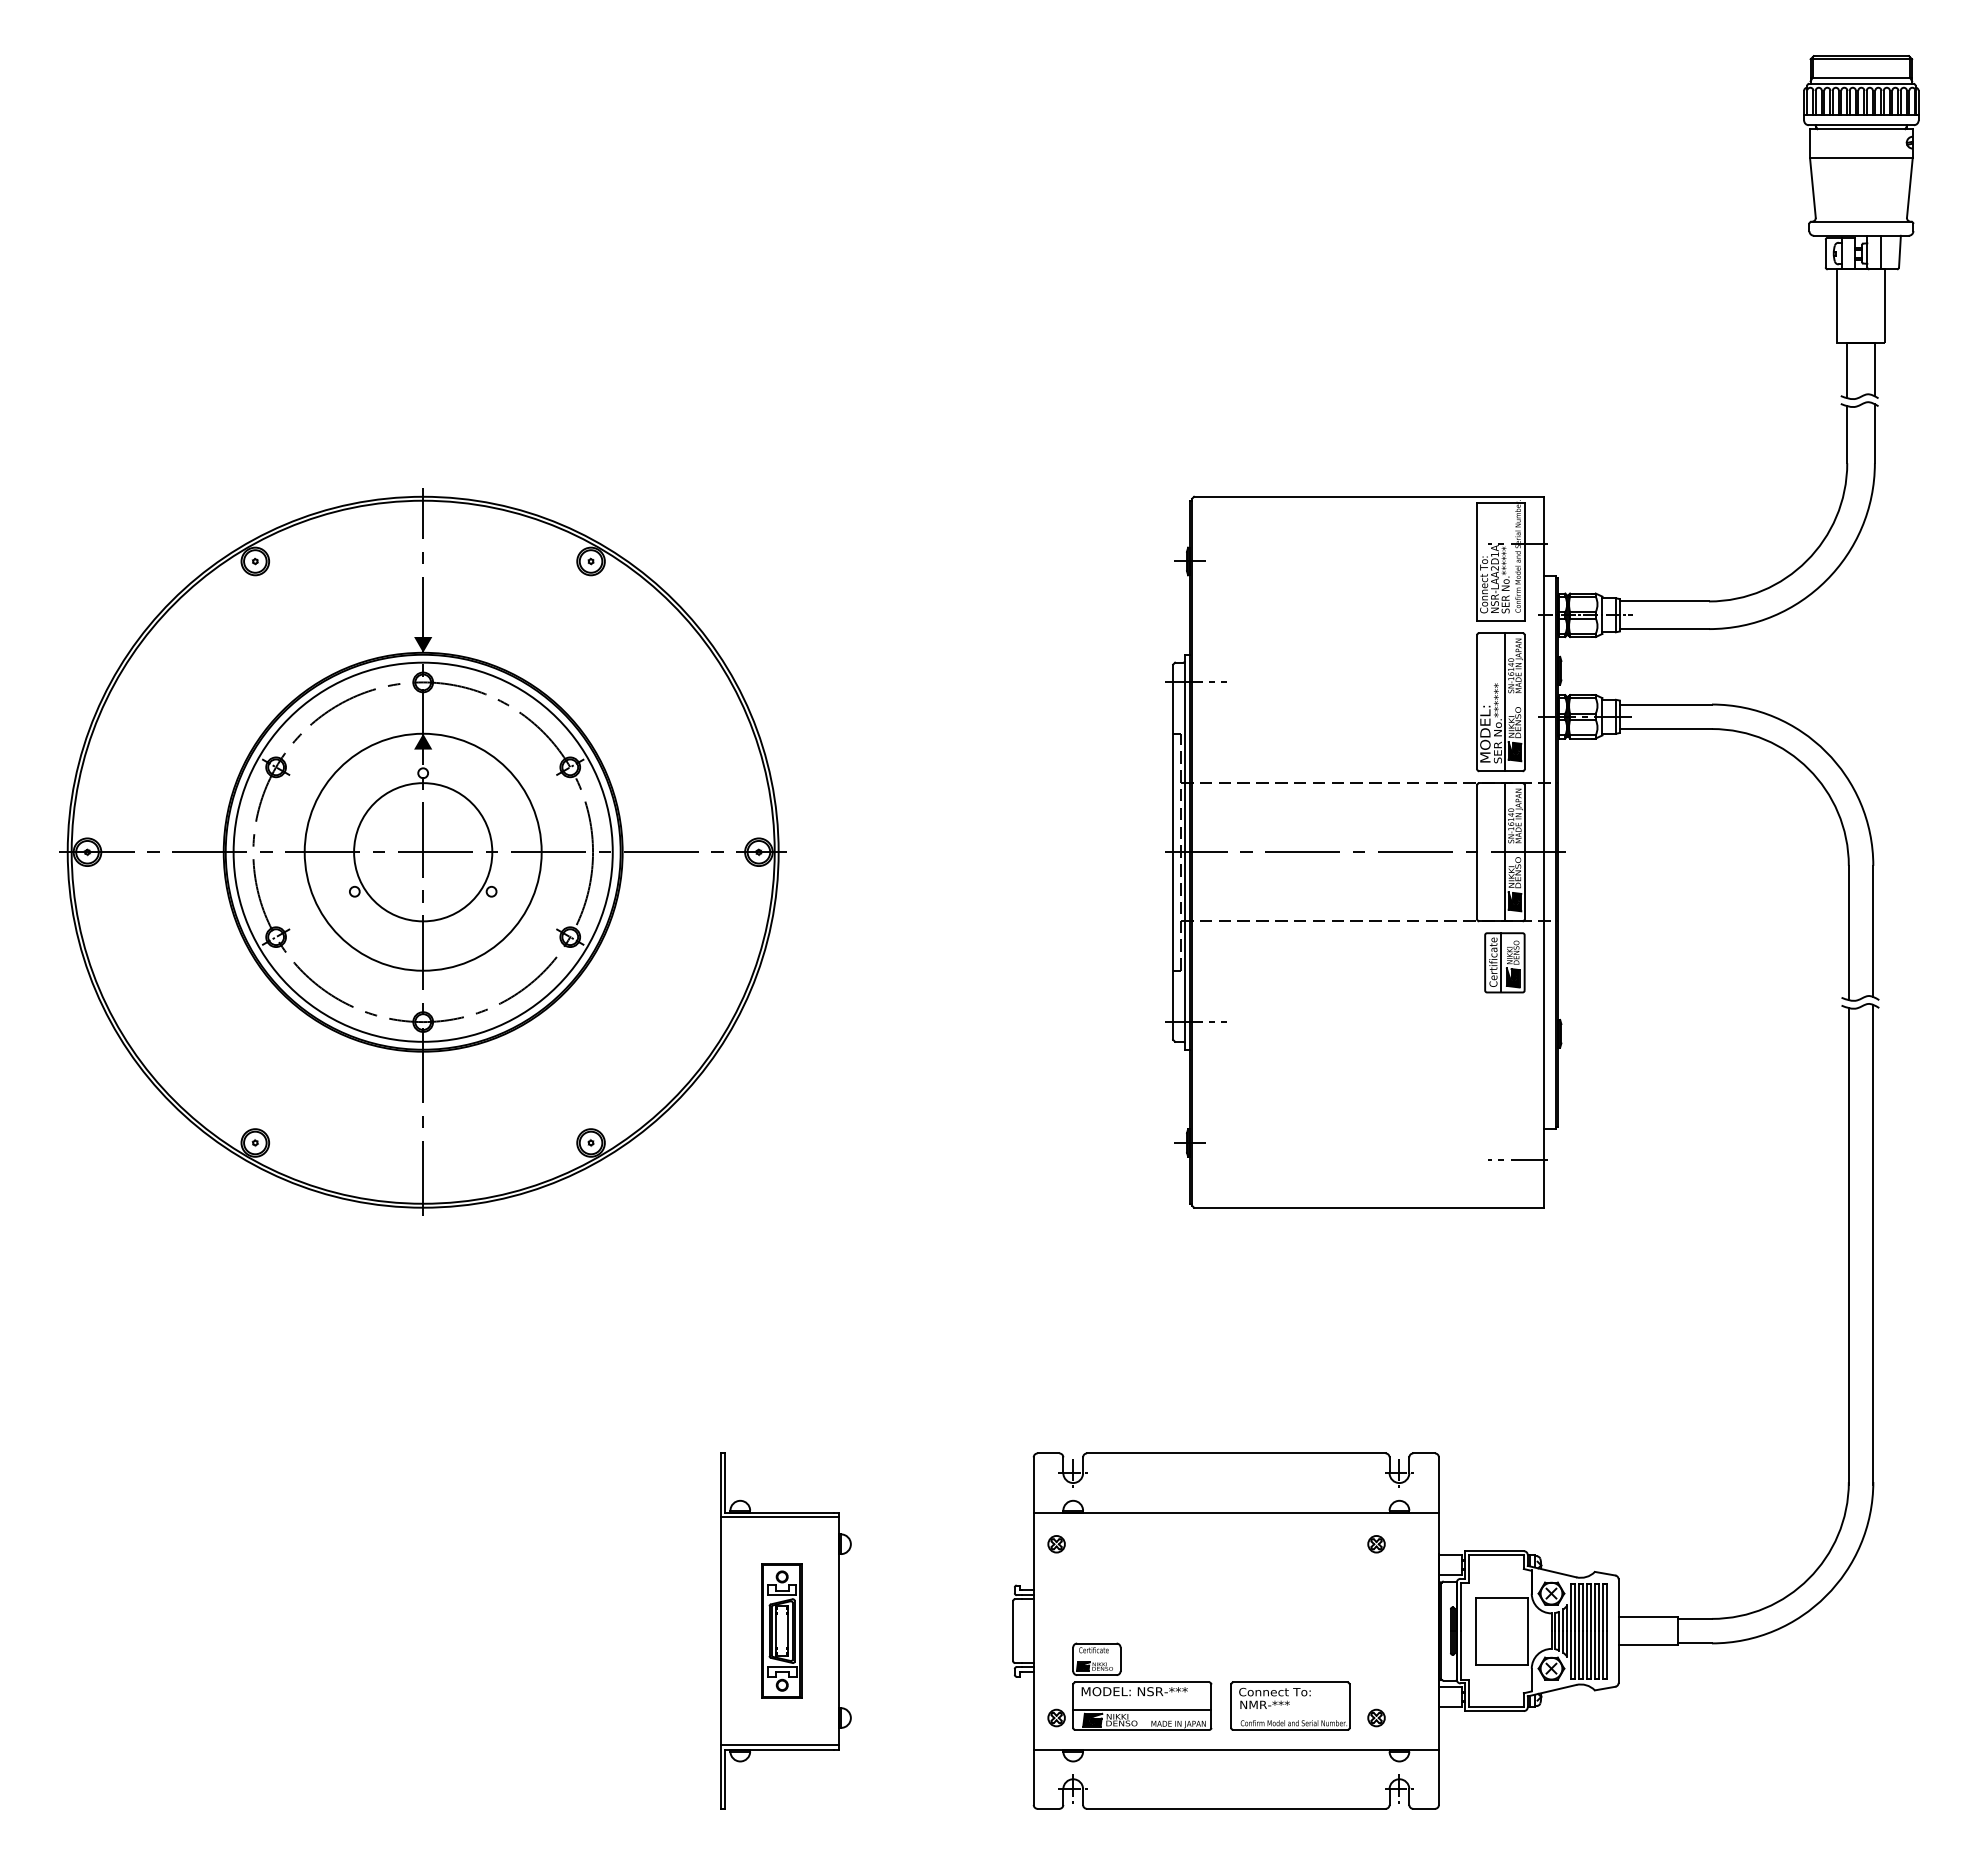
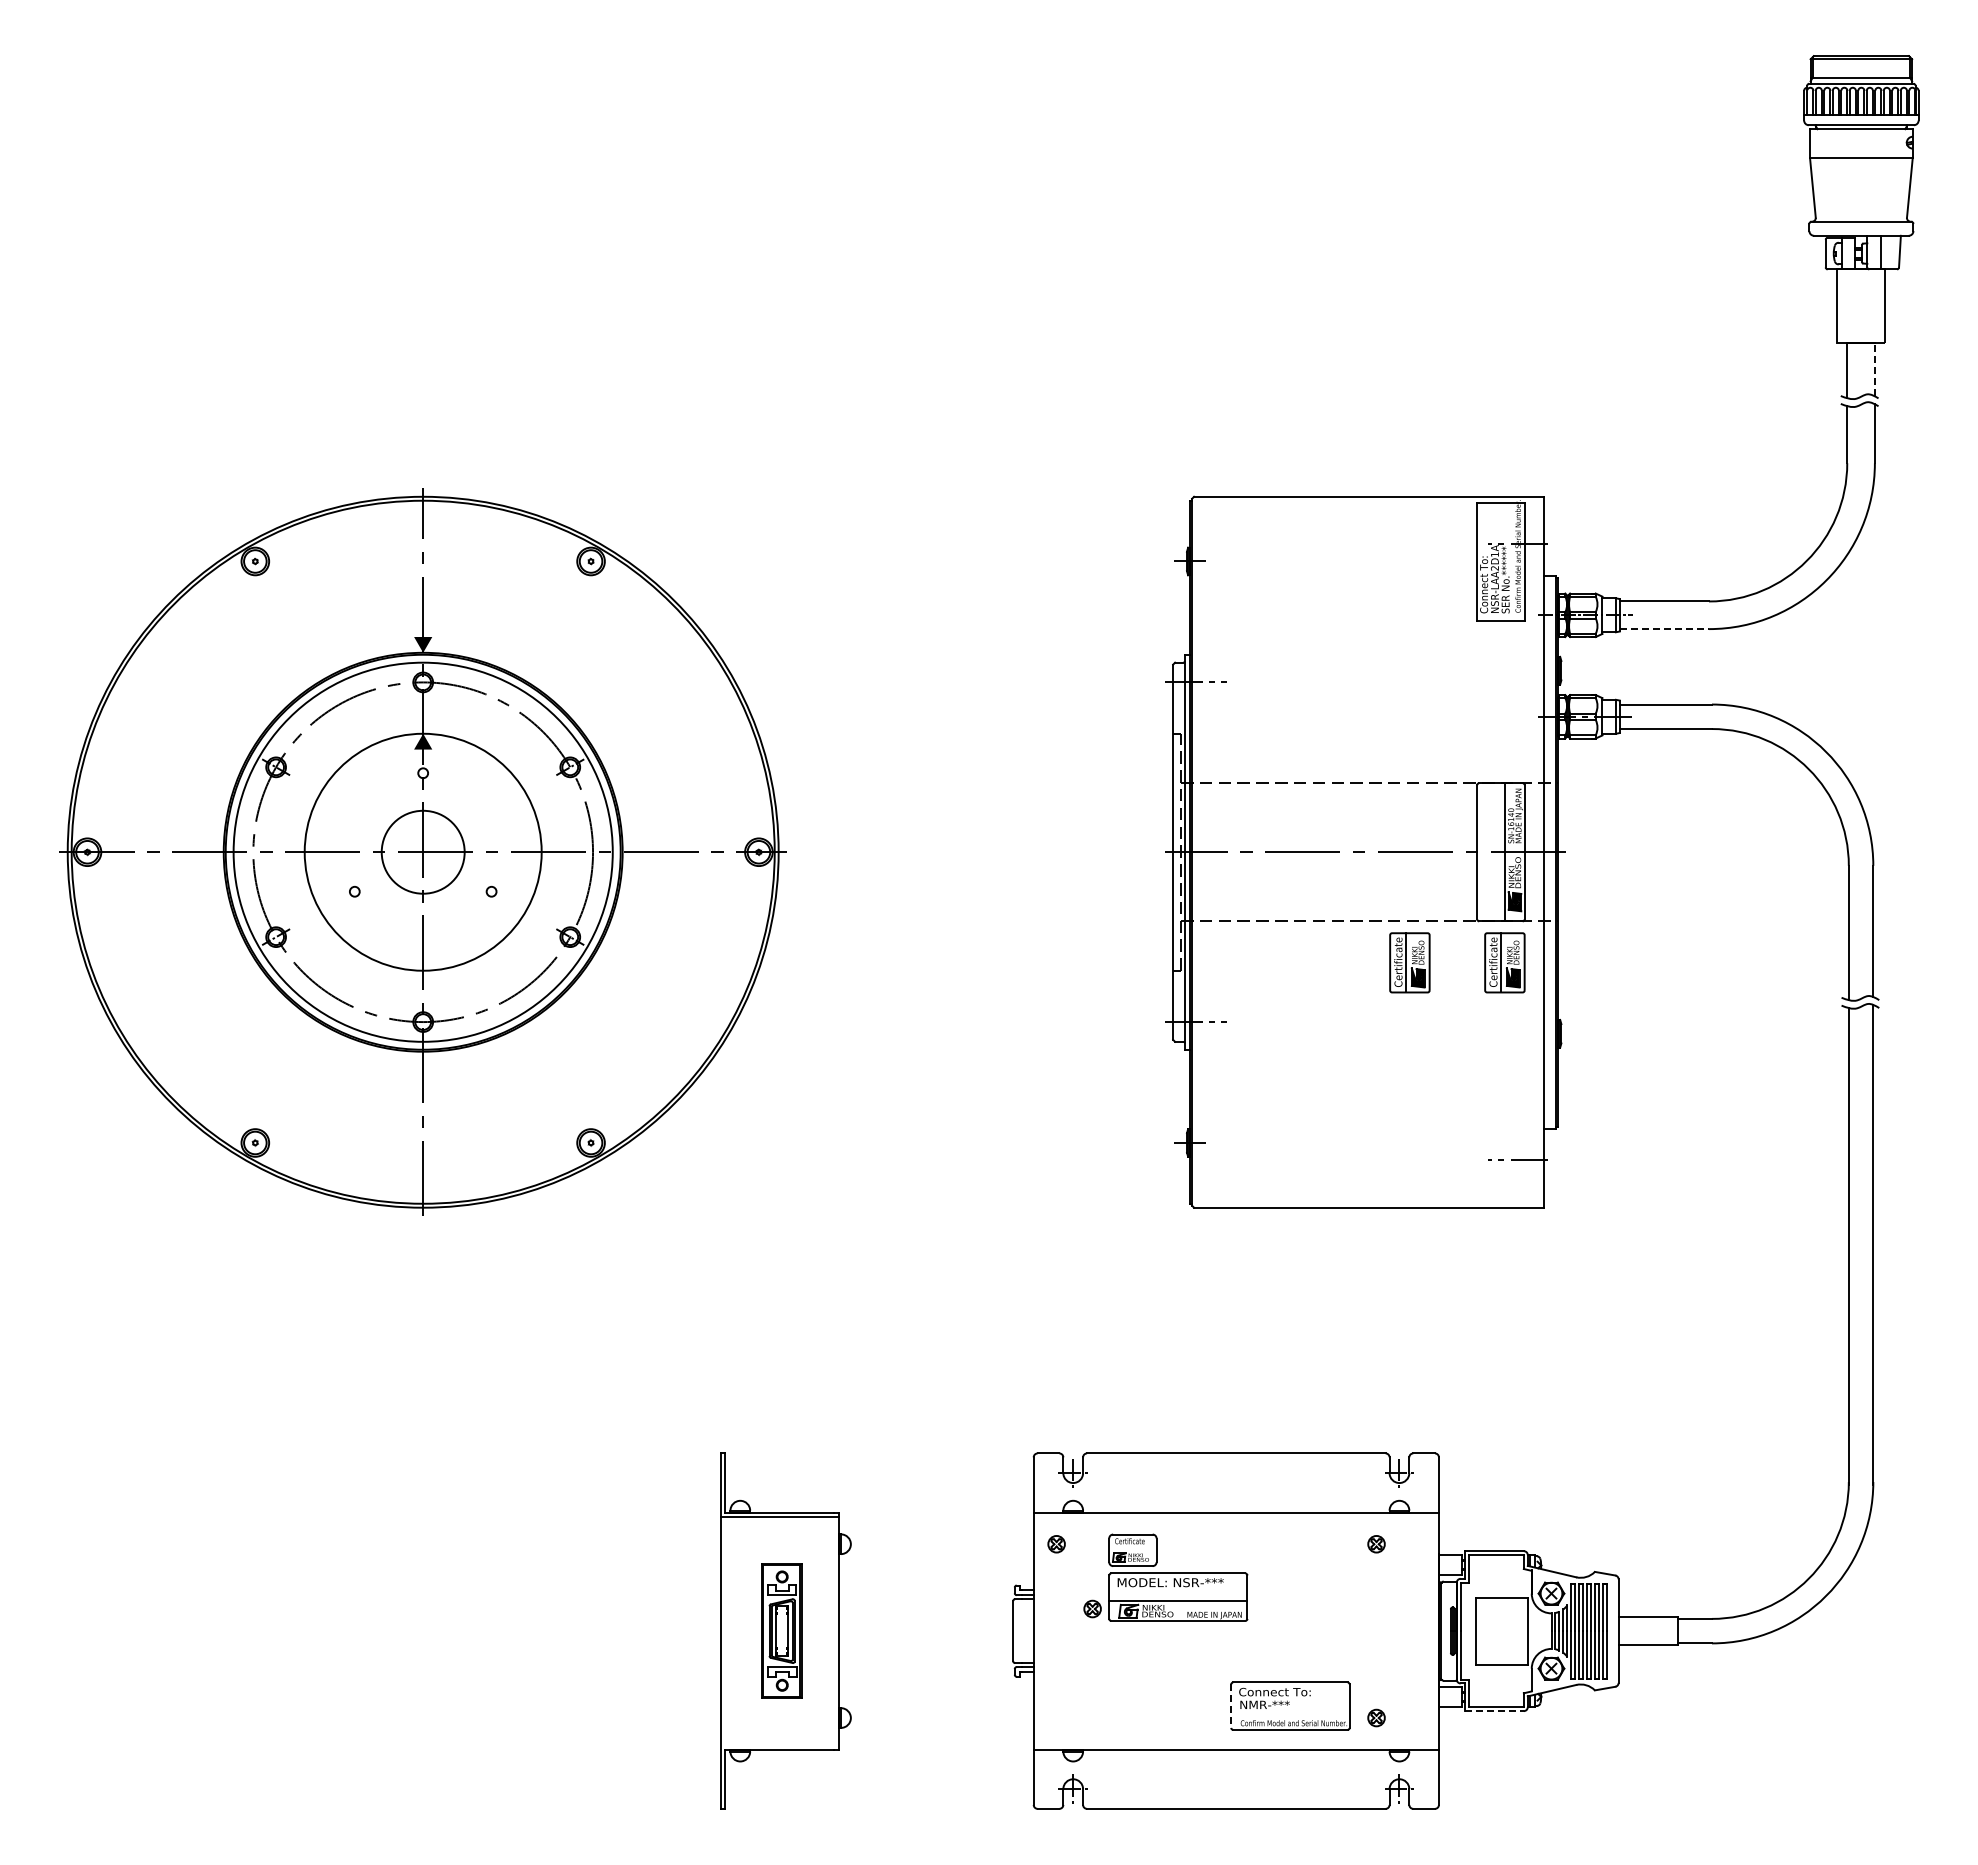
line at (1874, 369): solid -> dashed
line at (1664, 629): solid -> dashed
part at (1500, 702): present -> none
circle at (423, 852) diameter: 138 px -> 83 px
part at (1409, 962): none -> present
part at (1129, 1686) position: (1129, 1686) -> (1165, 1577)
line at (1231, 1706): solid -> dashed
line at (1495, 1711): solid -> dashed
line at (779, 1744): present -> none
